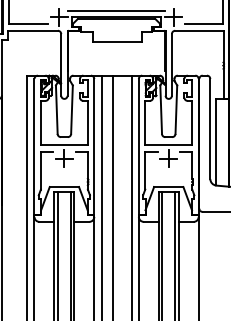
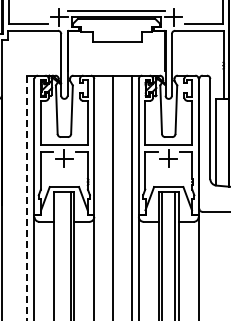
line at (101, 196): present -> none
line at (27, 198): solid -> dashed
line at (57, 254): present -> none
